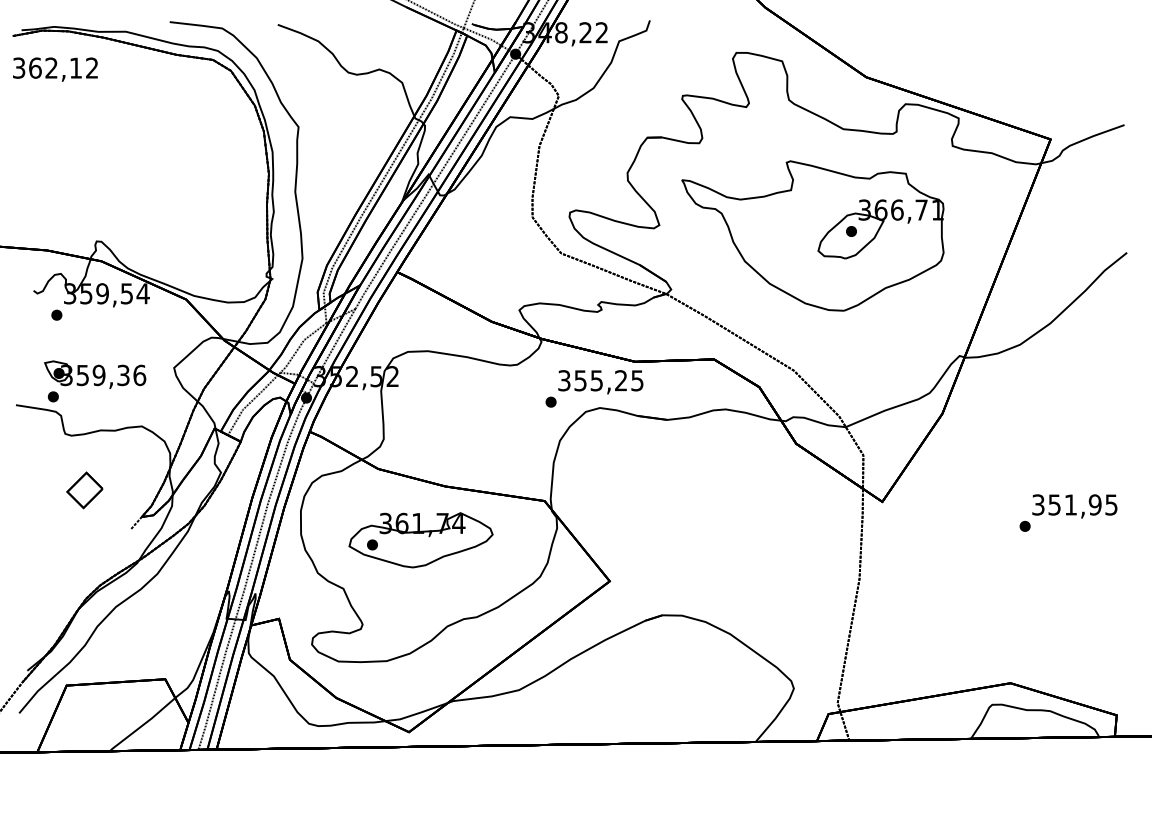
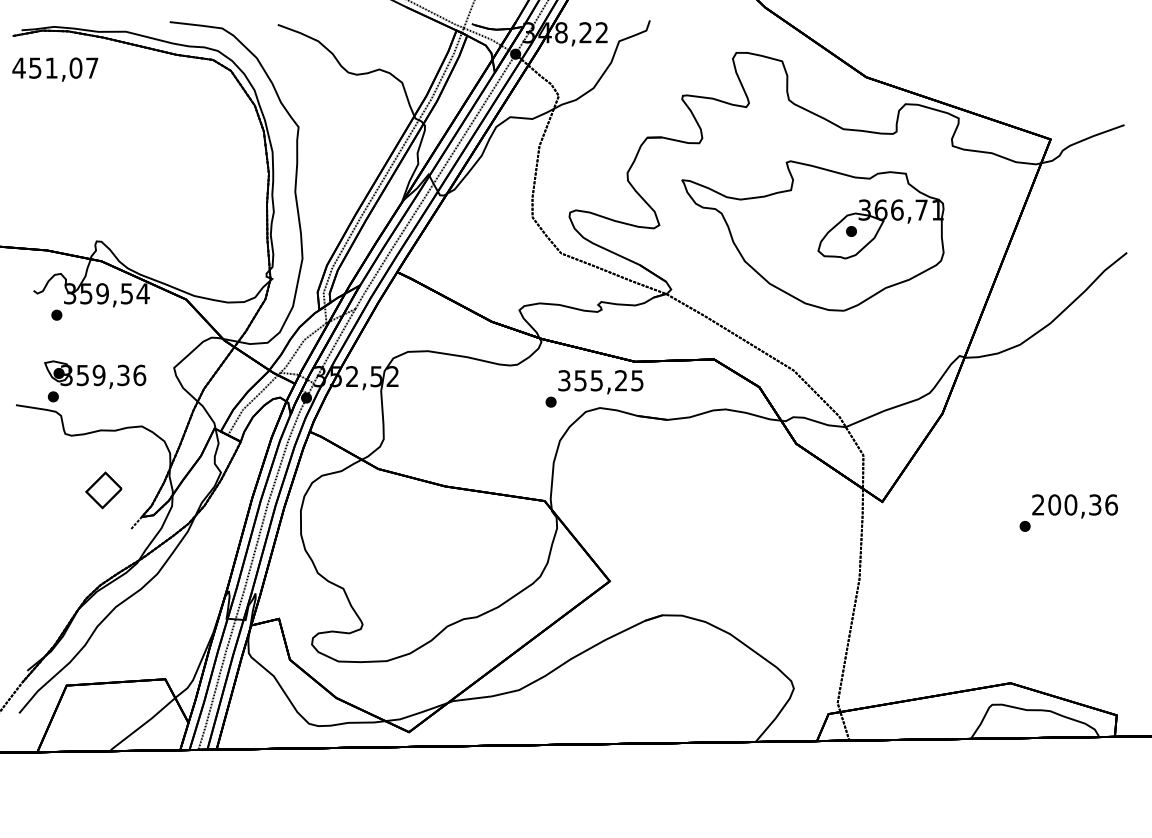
text at (55, 67): 362,12 -> 451,07
part at (84, 490) position: (84, 490) -> (103, 490)
text at (1075, 504): 351,95 -> 200,36
part at (420, 540): present -> none
